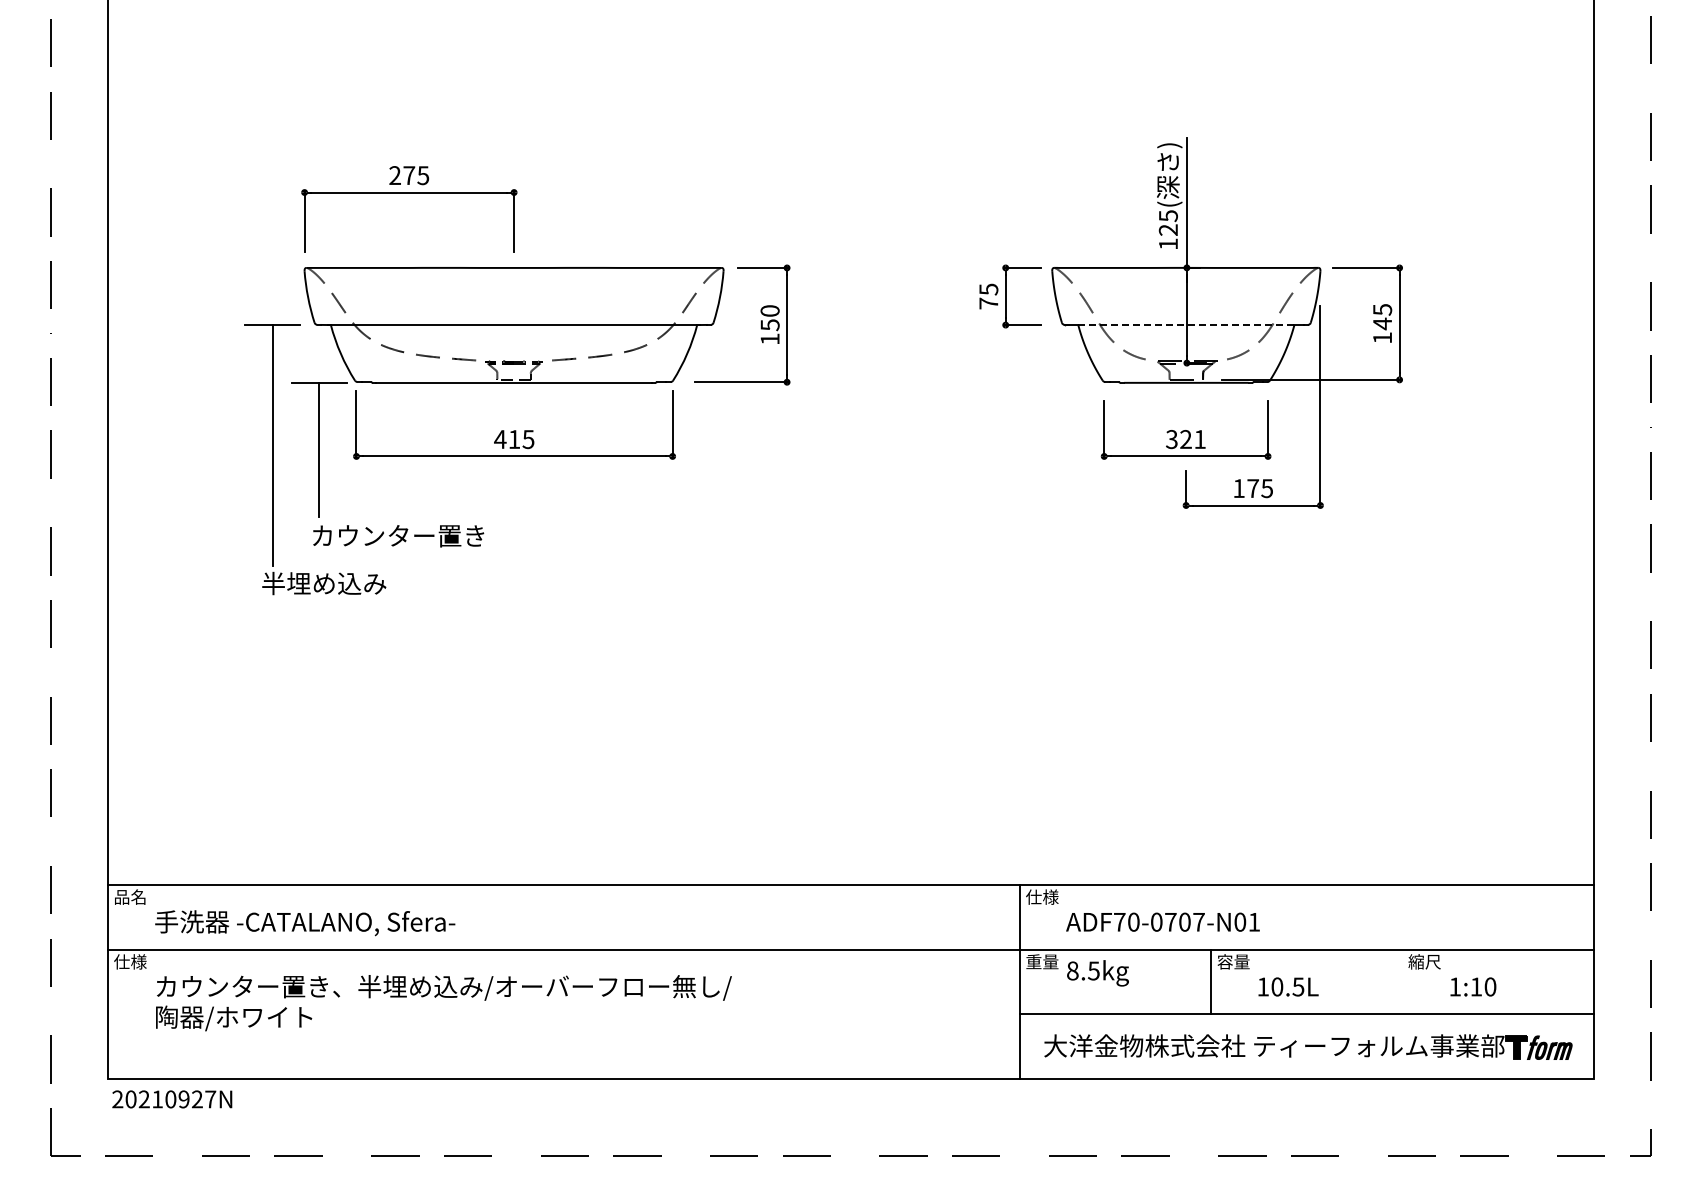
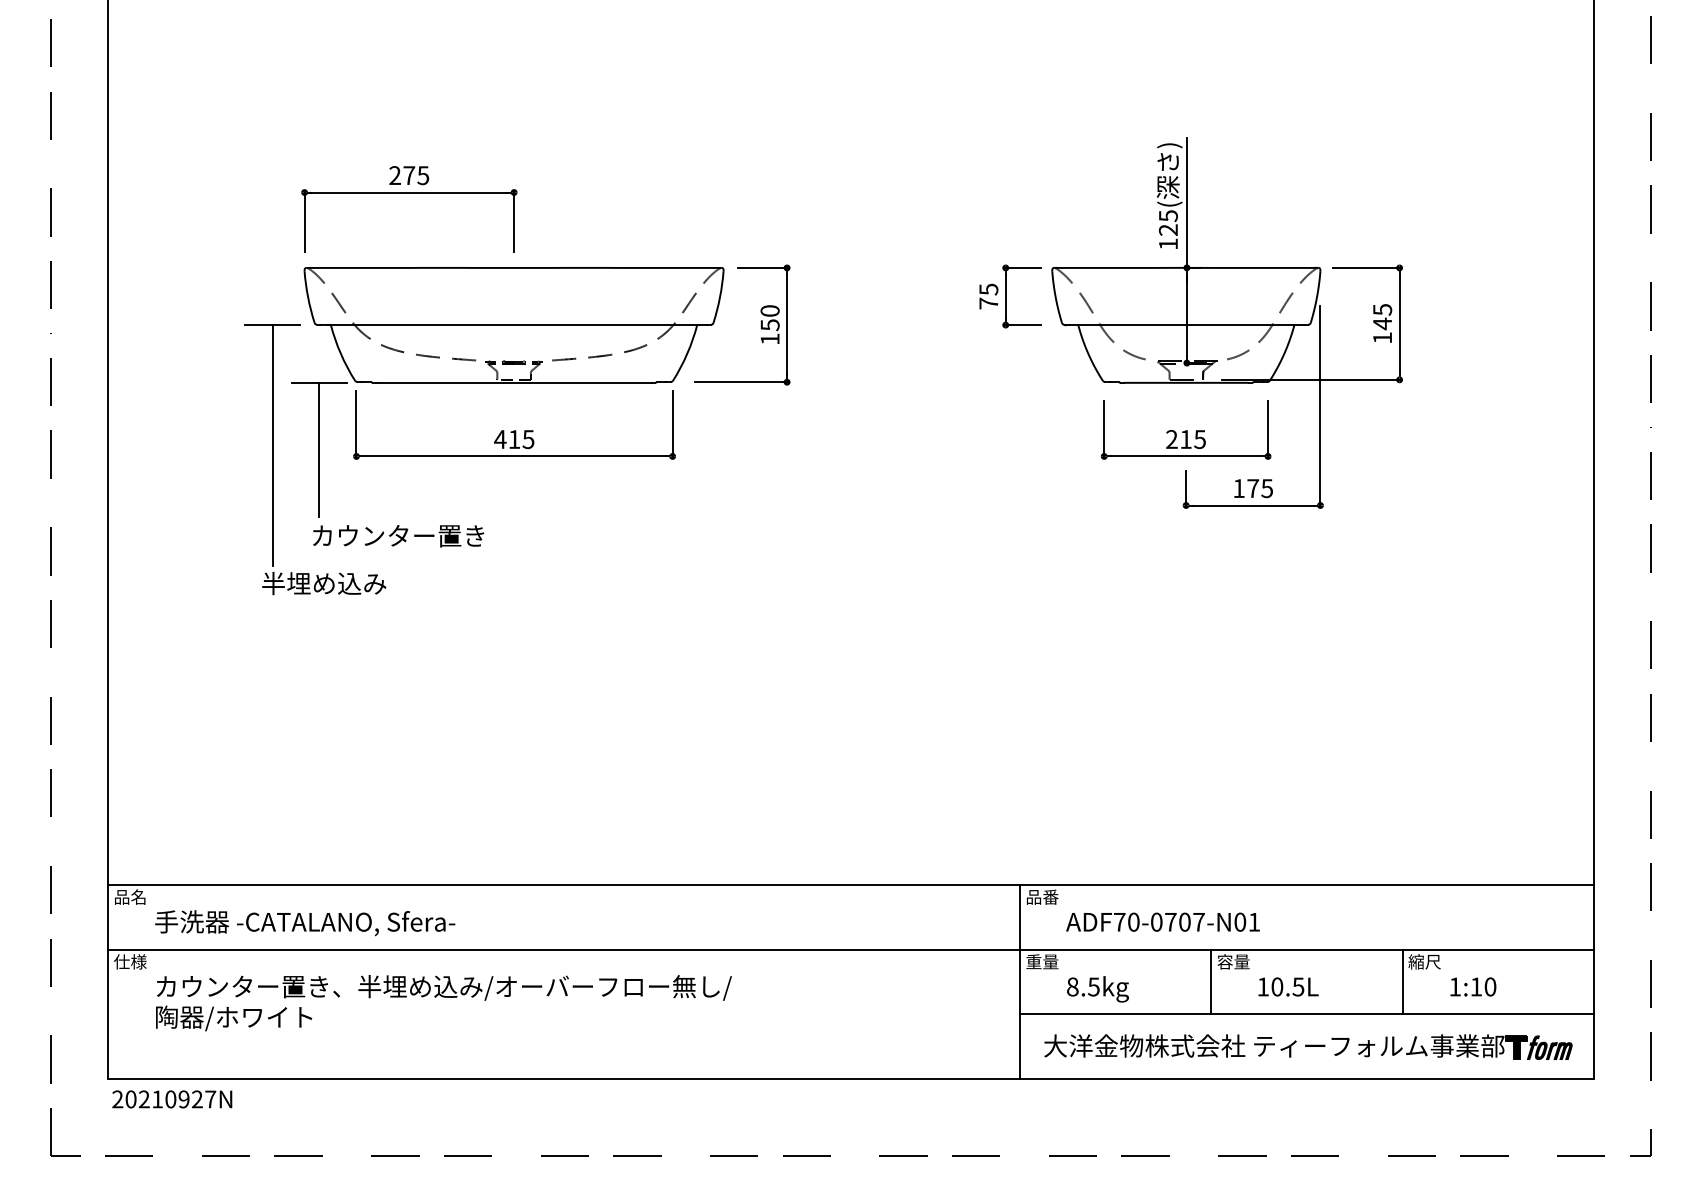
line at (1185, 324): dashed -> solid
text at (1185, 439): 321 -> 215
text at (1042, 896): 仕様 -> 品番
text at (1097, 973) position: (1097, 973) -> (1097, 989)
line at (1402, 981): none -> present
